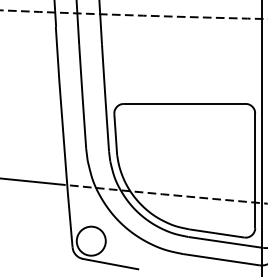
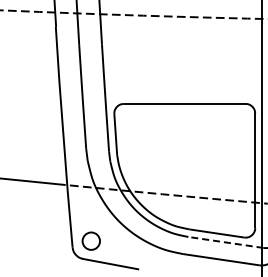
circle at (90, 240) diameter: 29 px -> 17 px
line at (225, 242): solid -> dashed
